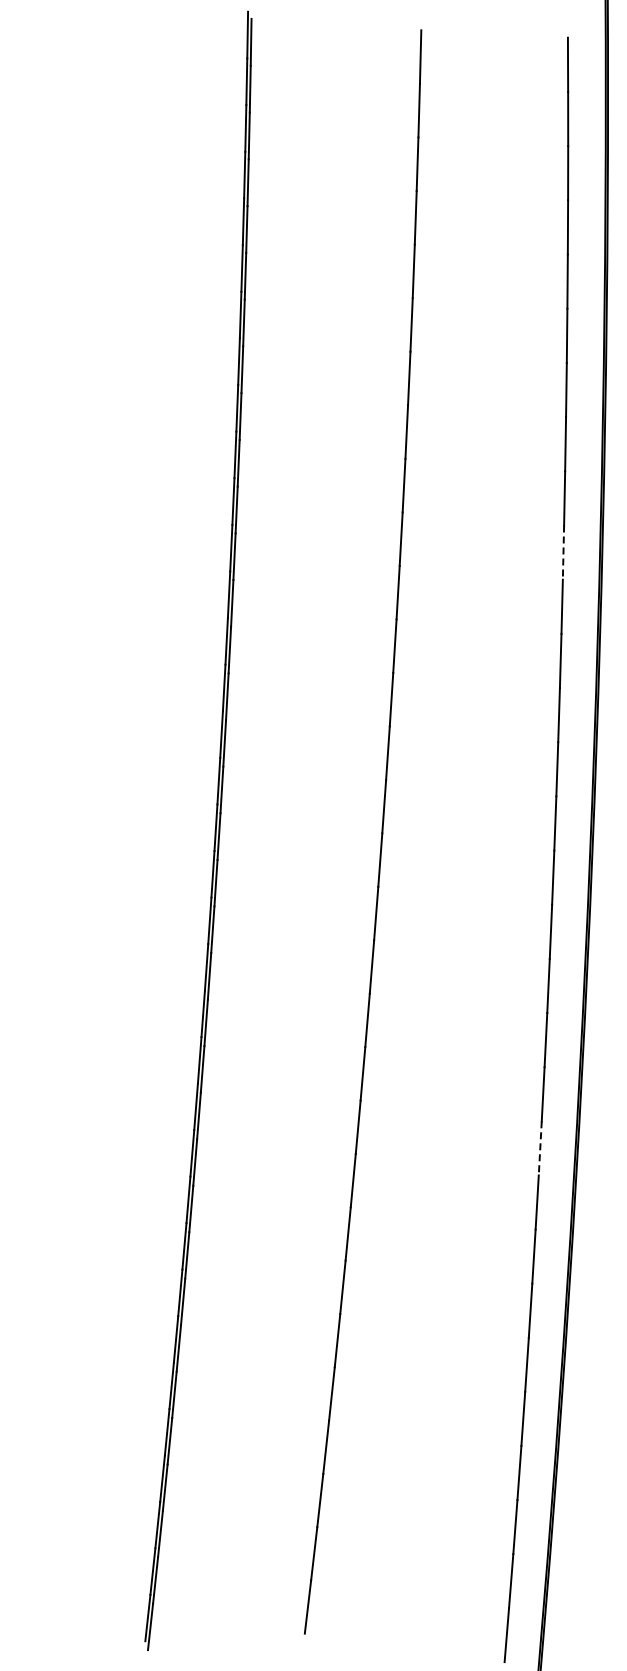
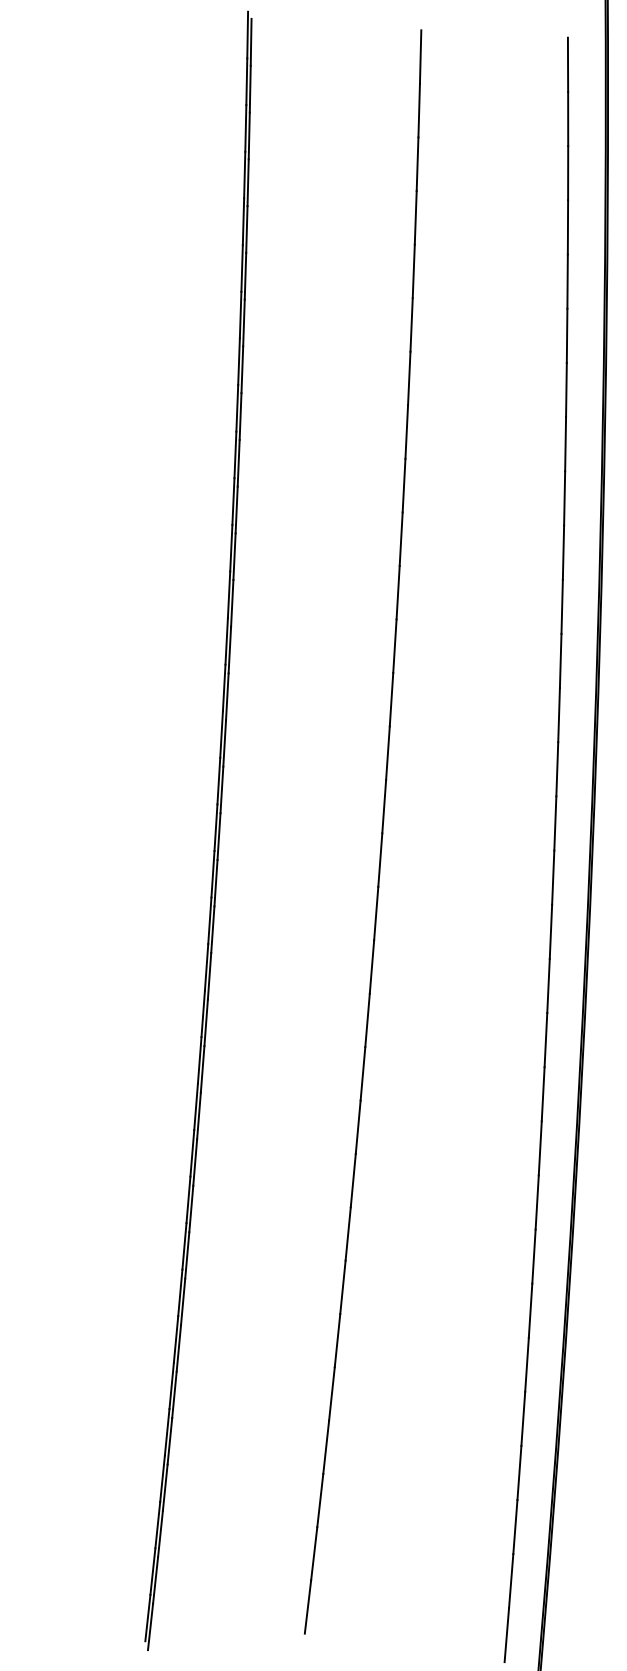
line at (563, 553): dashed -> solid
line at (540, 1148): dashed -> solid
